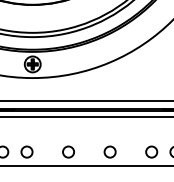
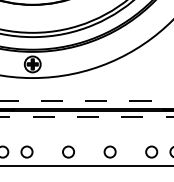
line at (87, 101): solid -> dashed
line at (87, 117): solid -> dashed
